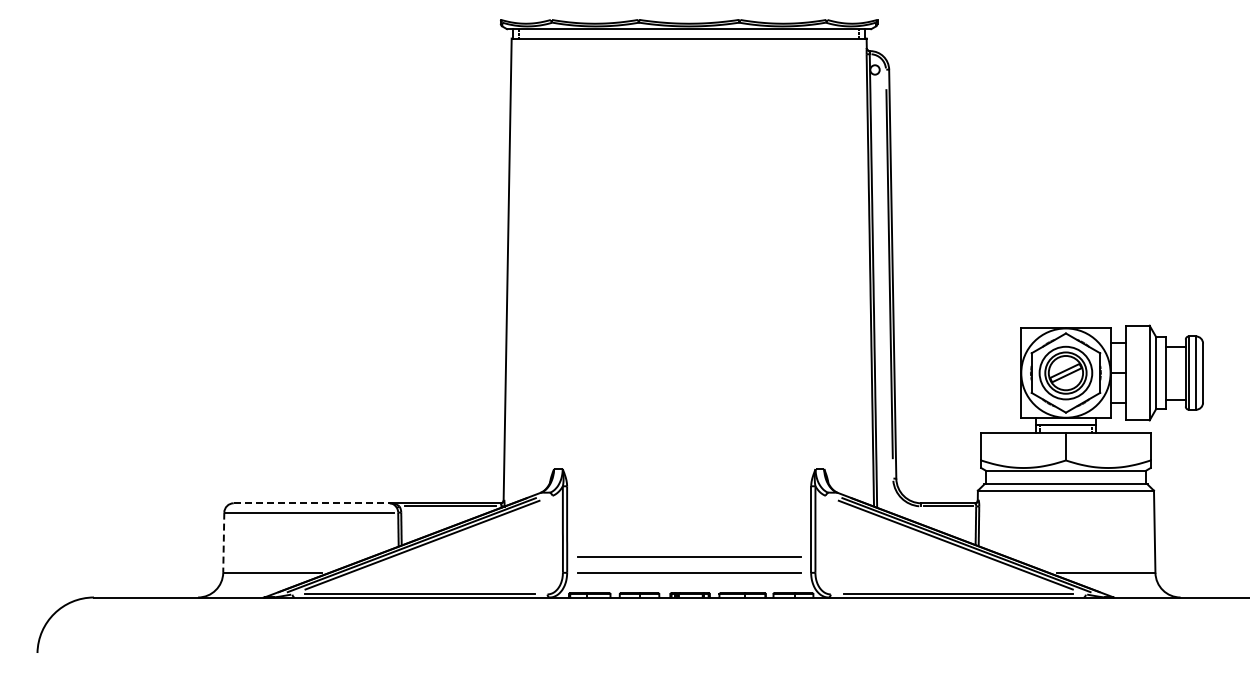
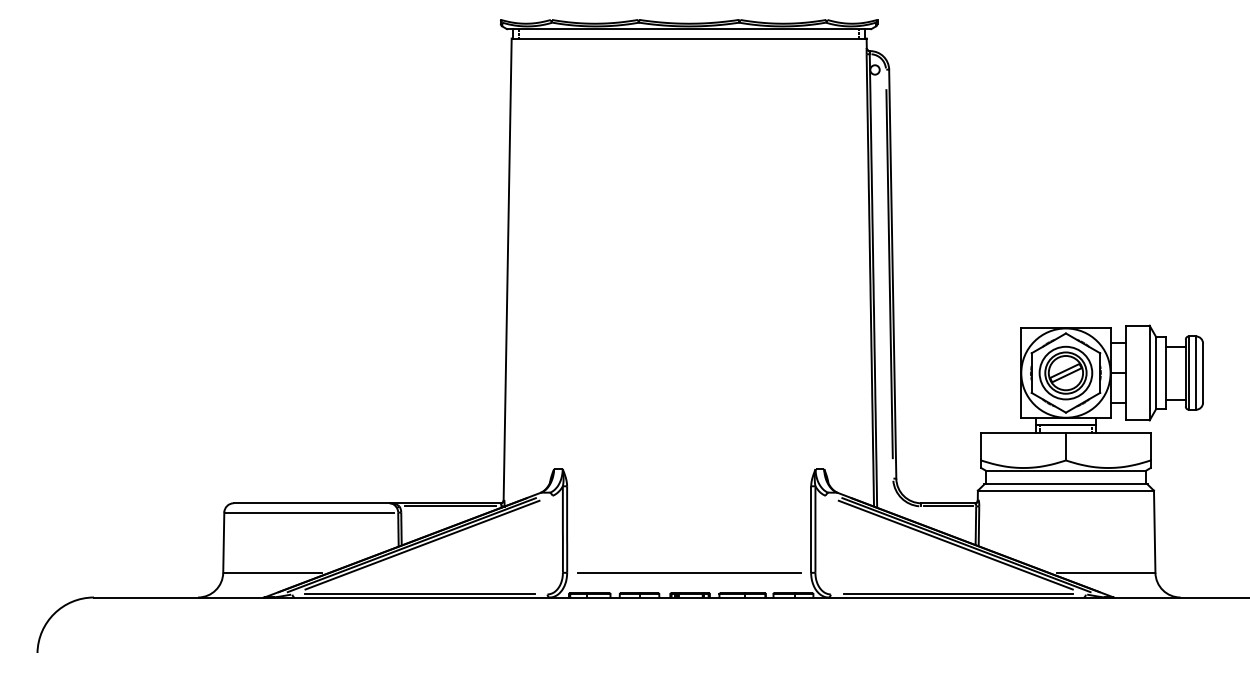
line at (311, 503): dashed -> solid
line at (223, 543): dashed -> solid
line at (689, 556): present -> none
